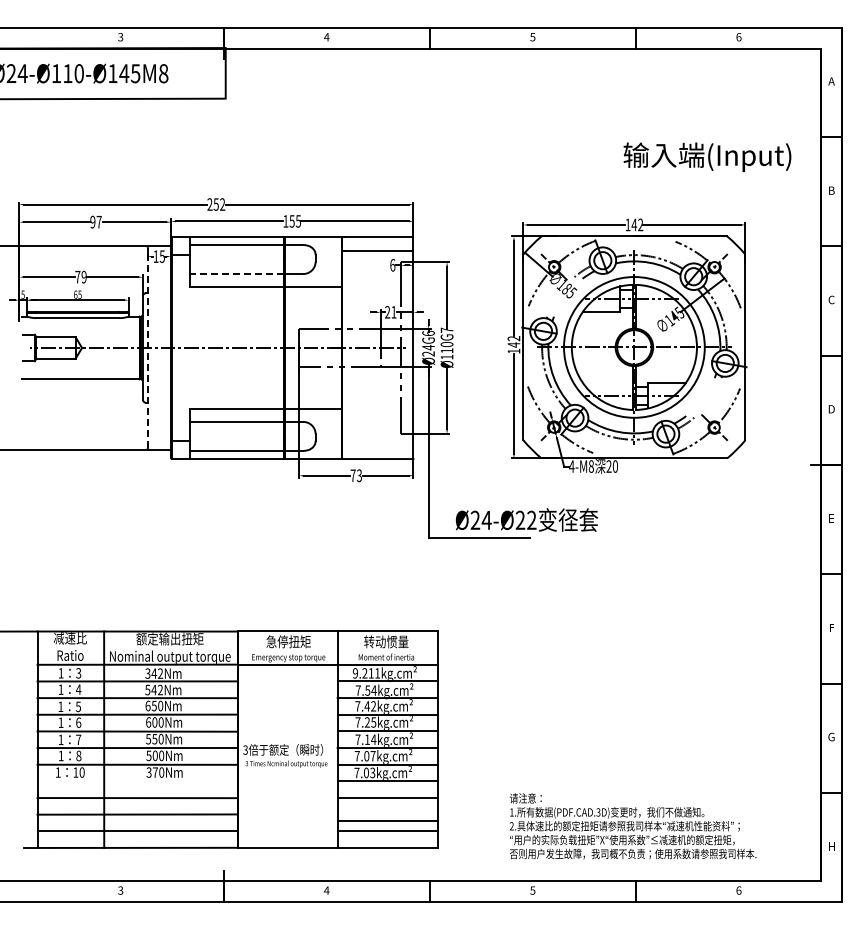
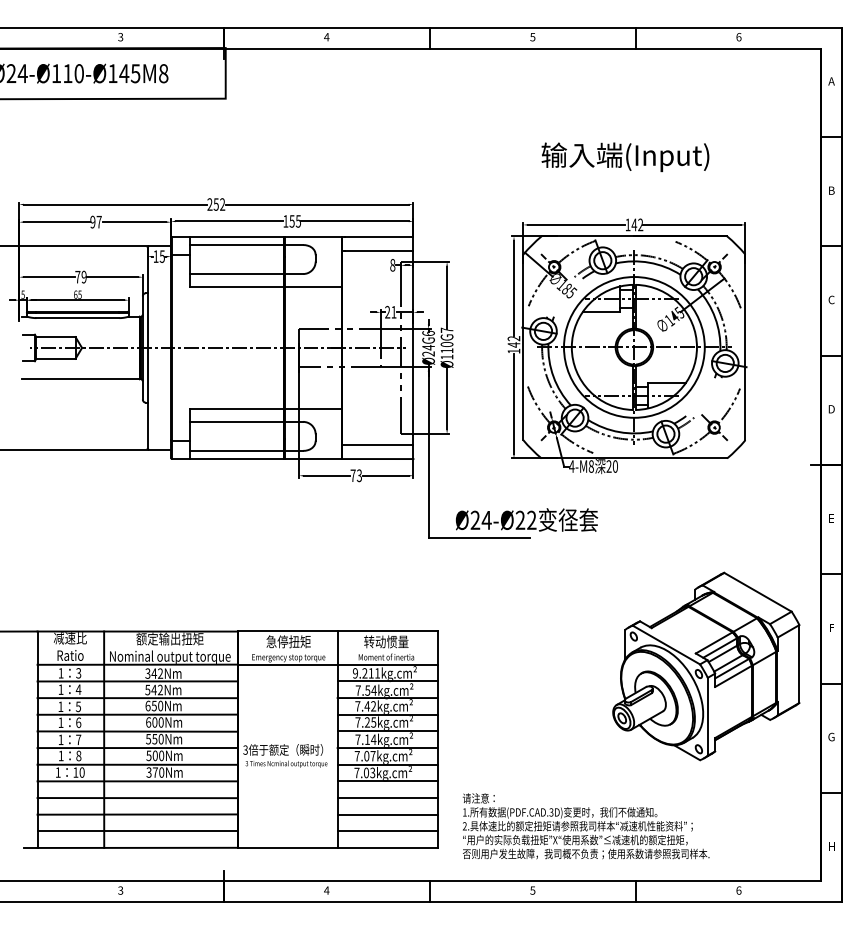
text at (707, 157) position: (707, 157) -> (625, 157)
text at (392, 265): 6 -> 8
line at (236, 274): dashed -> solid
line at (147, 347): dashed -> solid
line at (377, 444): none -> present
part at (706, 666): none -> present
line at (137, 781): none -> present
line at (387, 820) position: (387, 820) -> (387, 814)
text at (632, 826) position: (632, 826) -> (585, 826)
